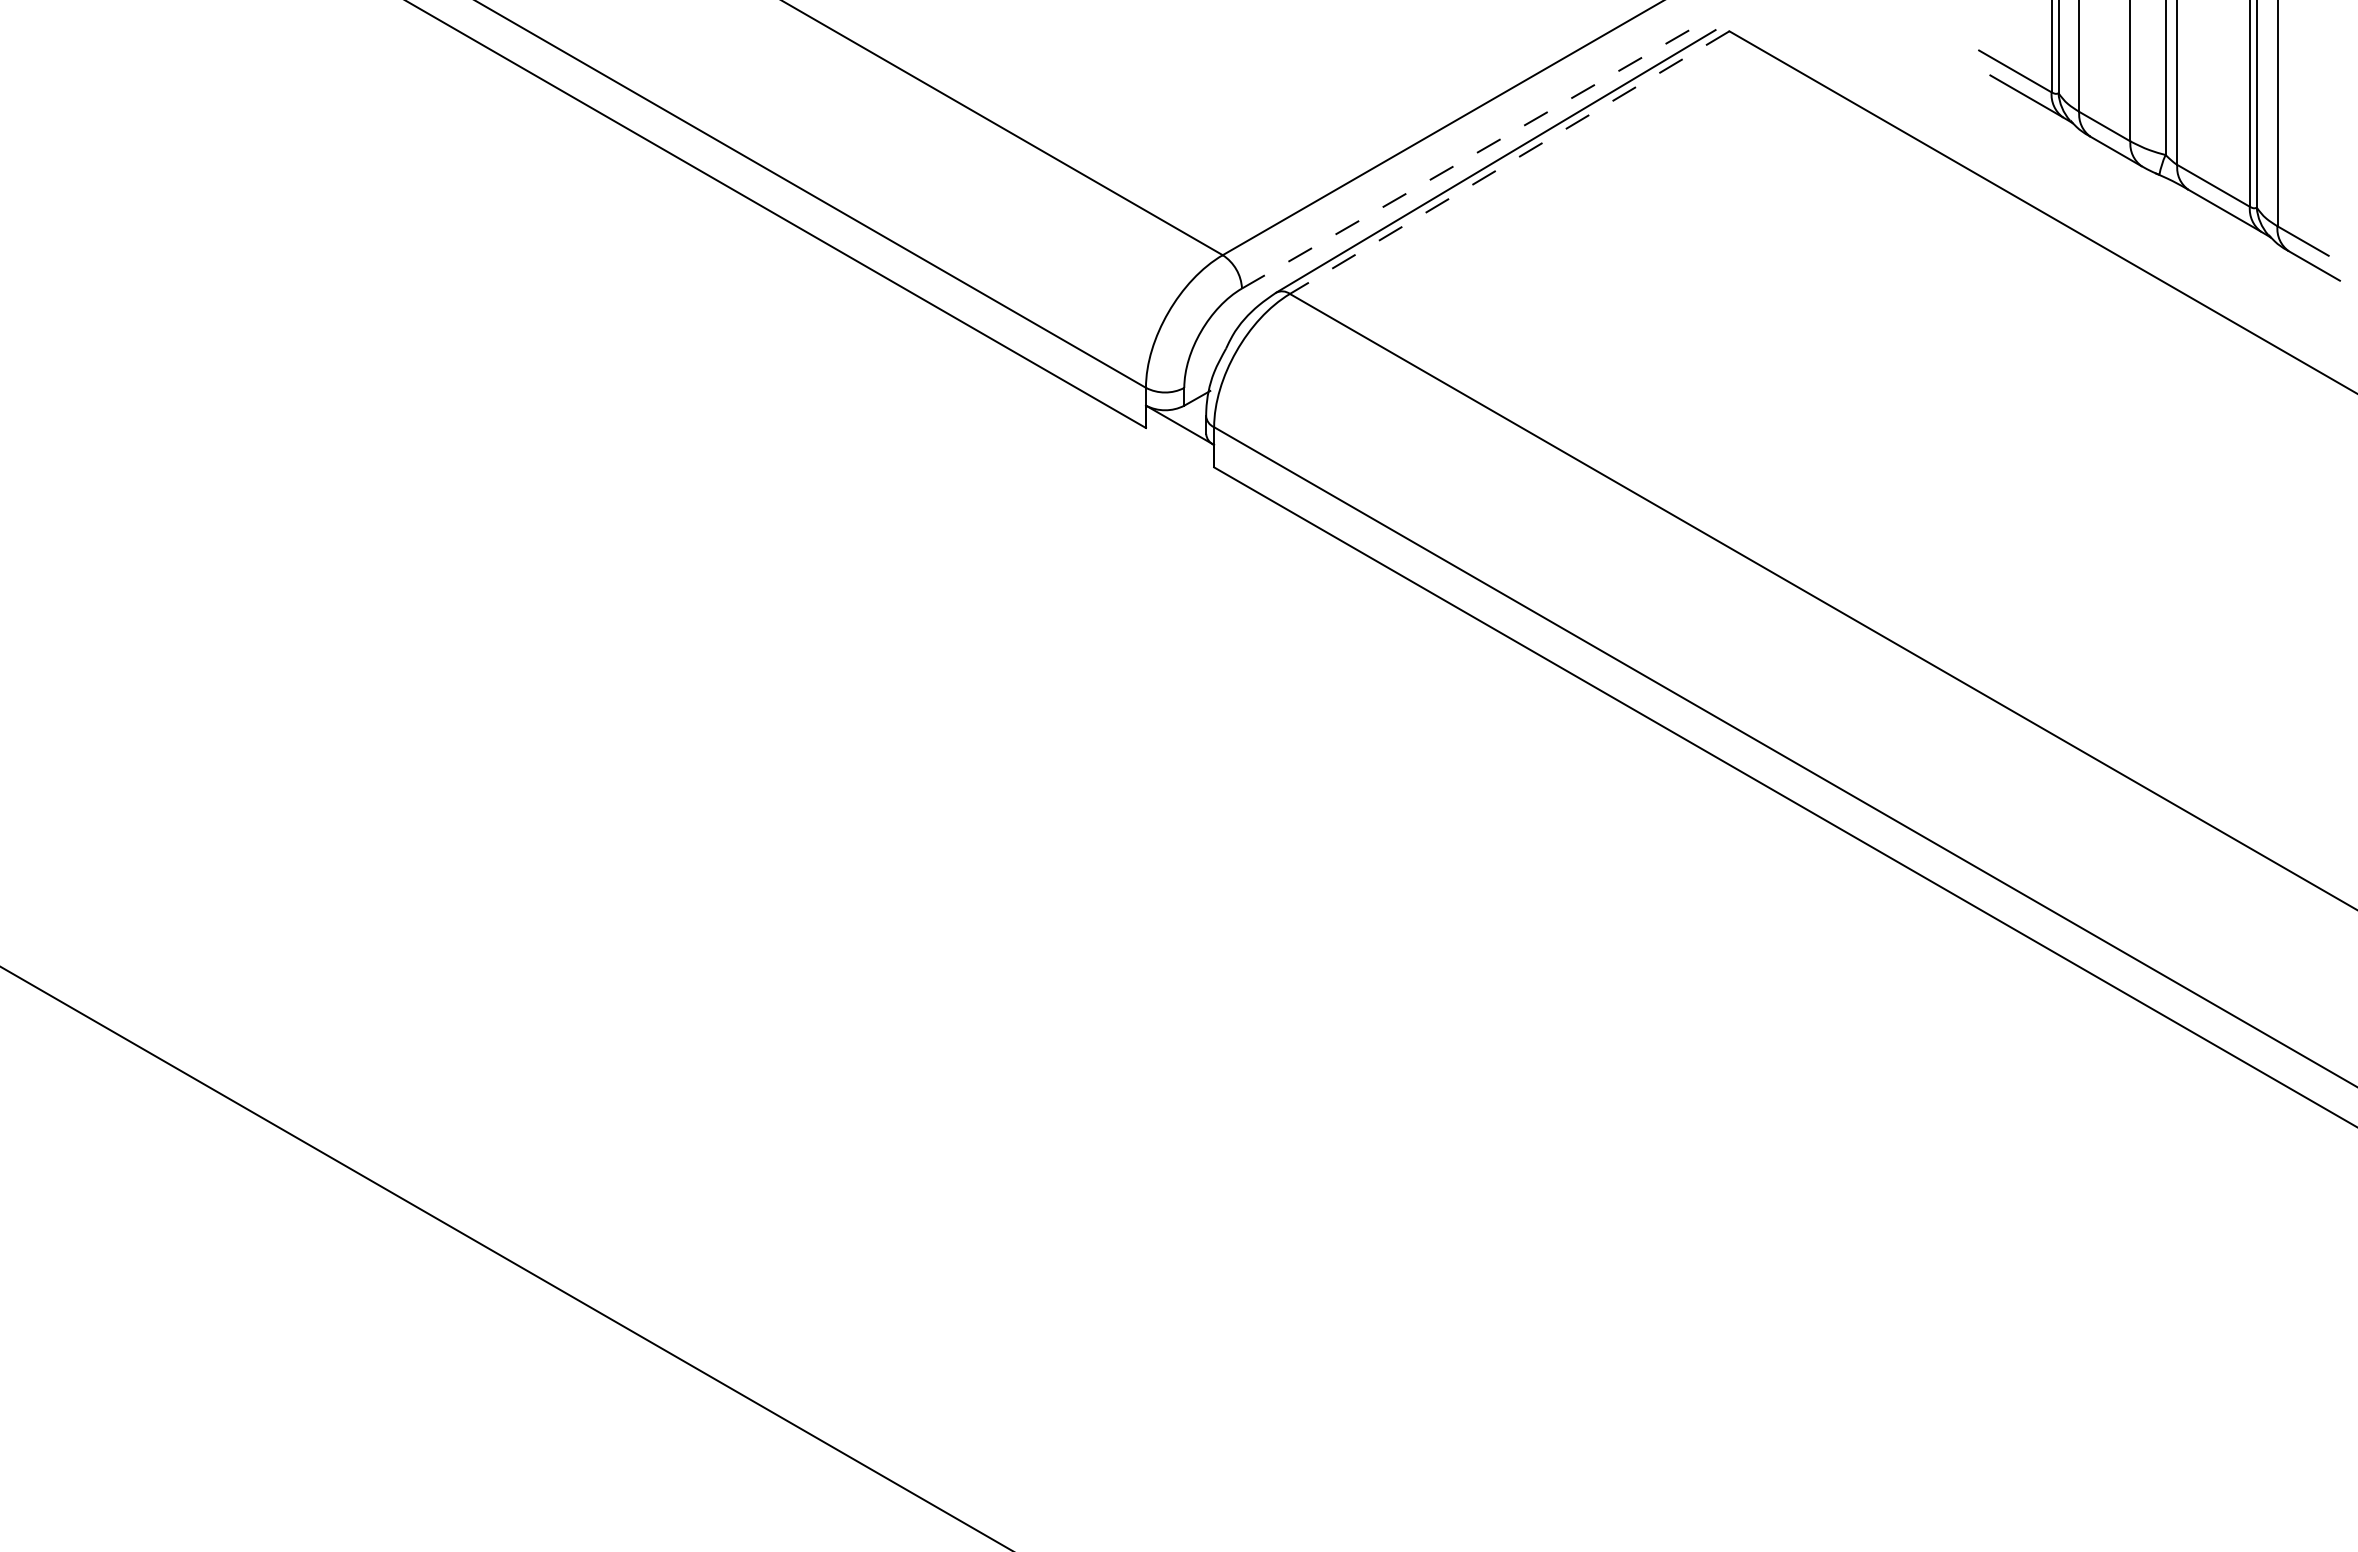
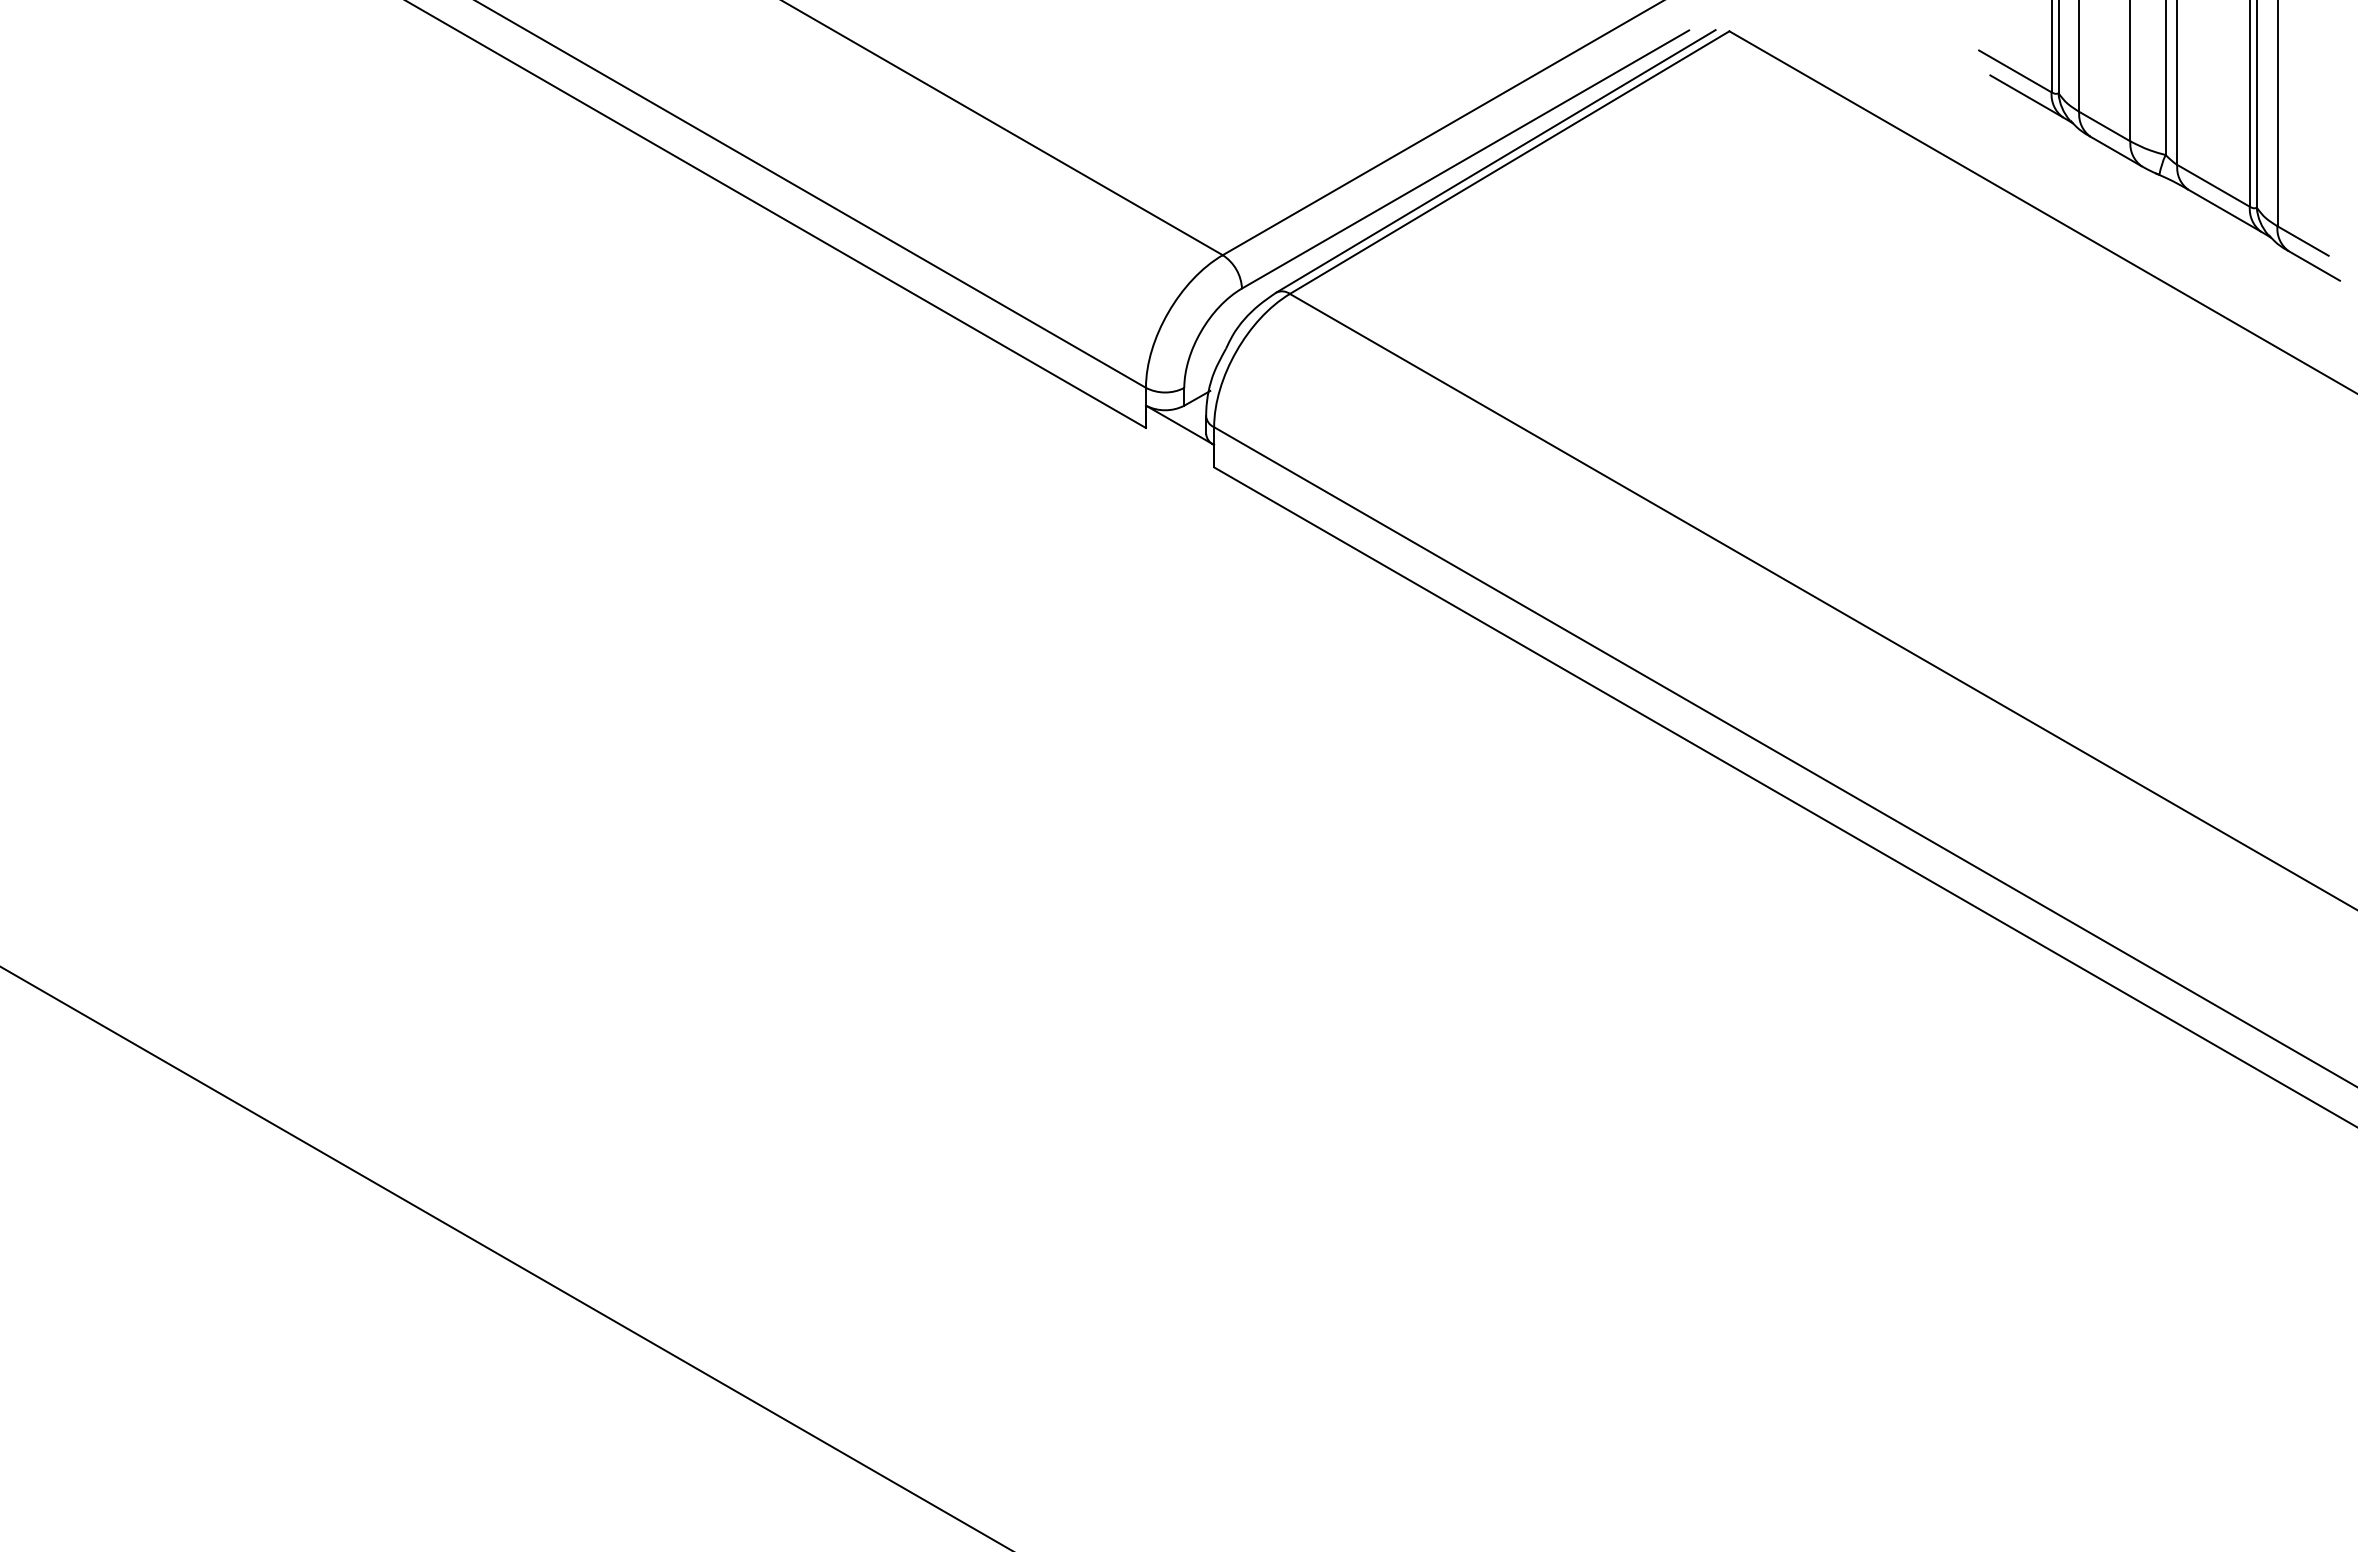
line at (1465, 159): dashed -> solid
line at (1509, 162): dashed -> solid
